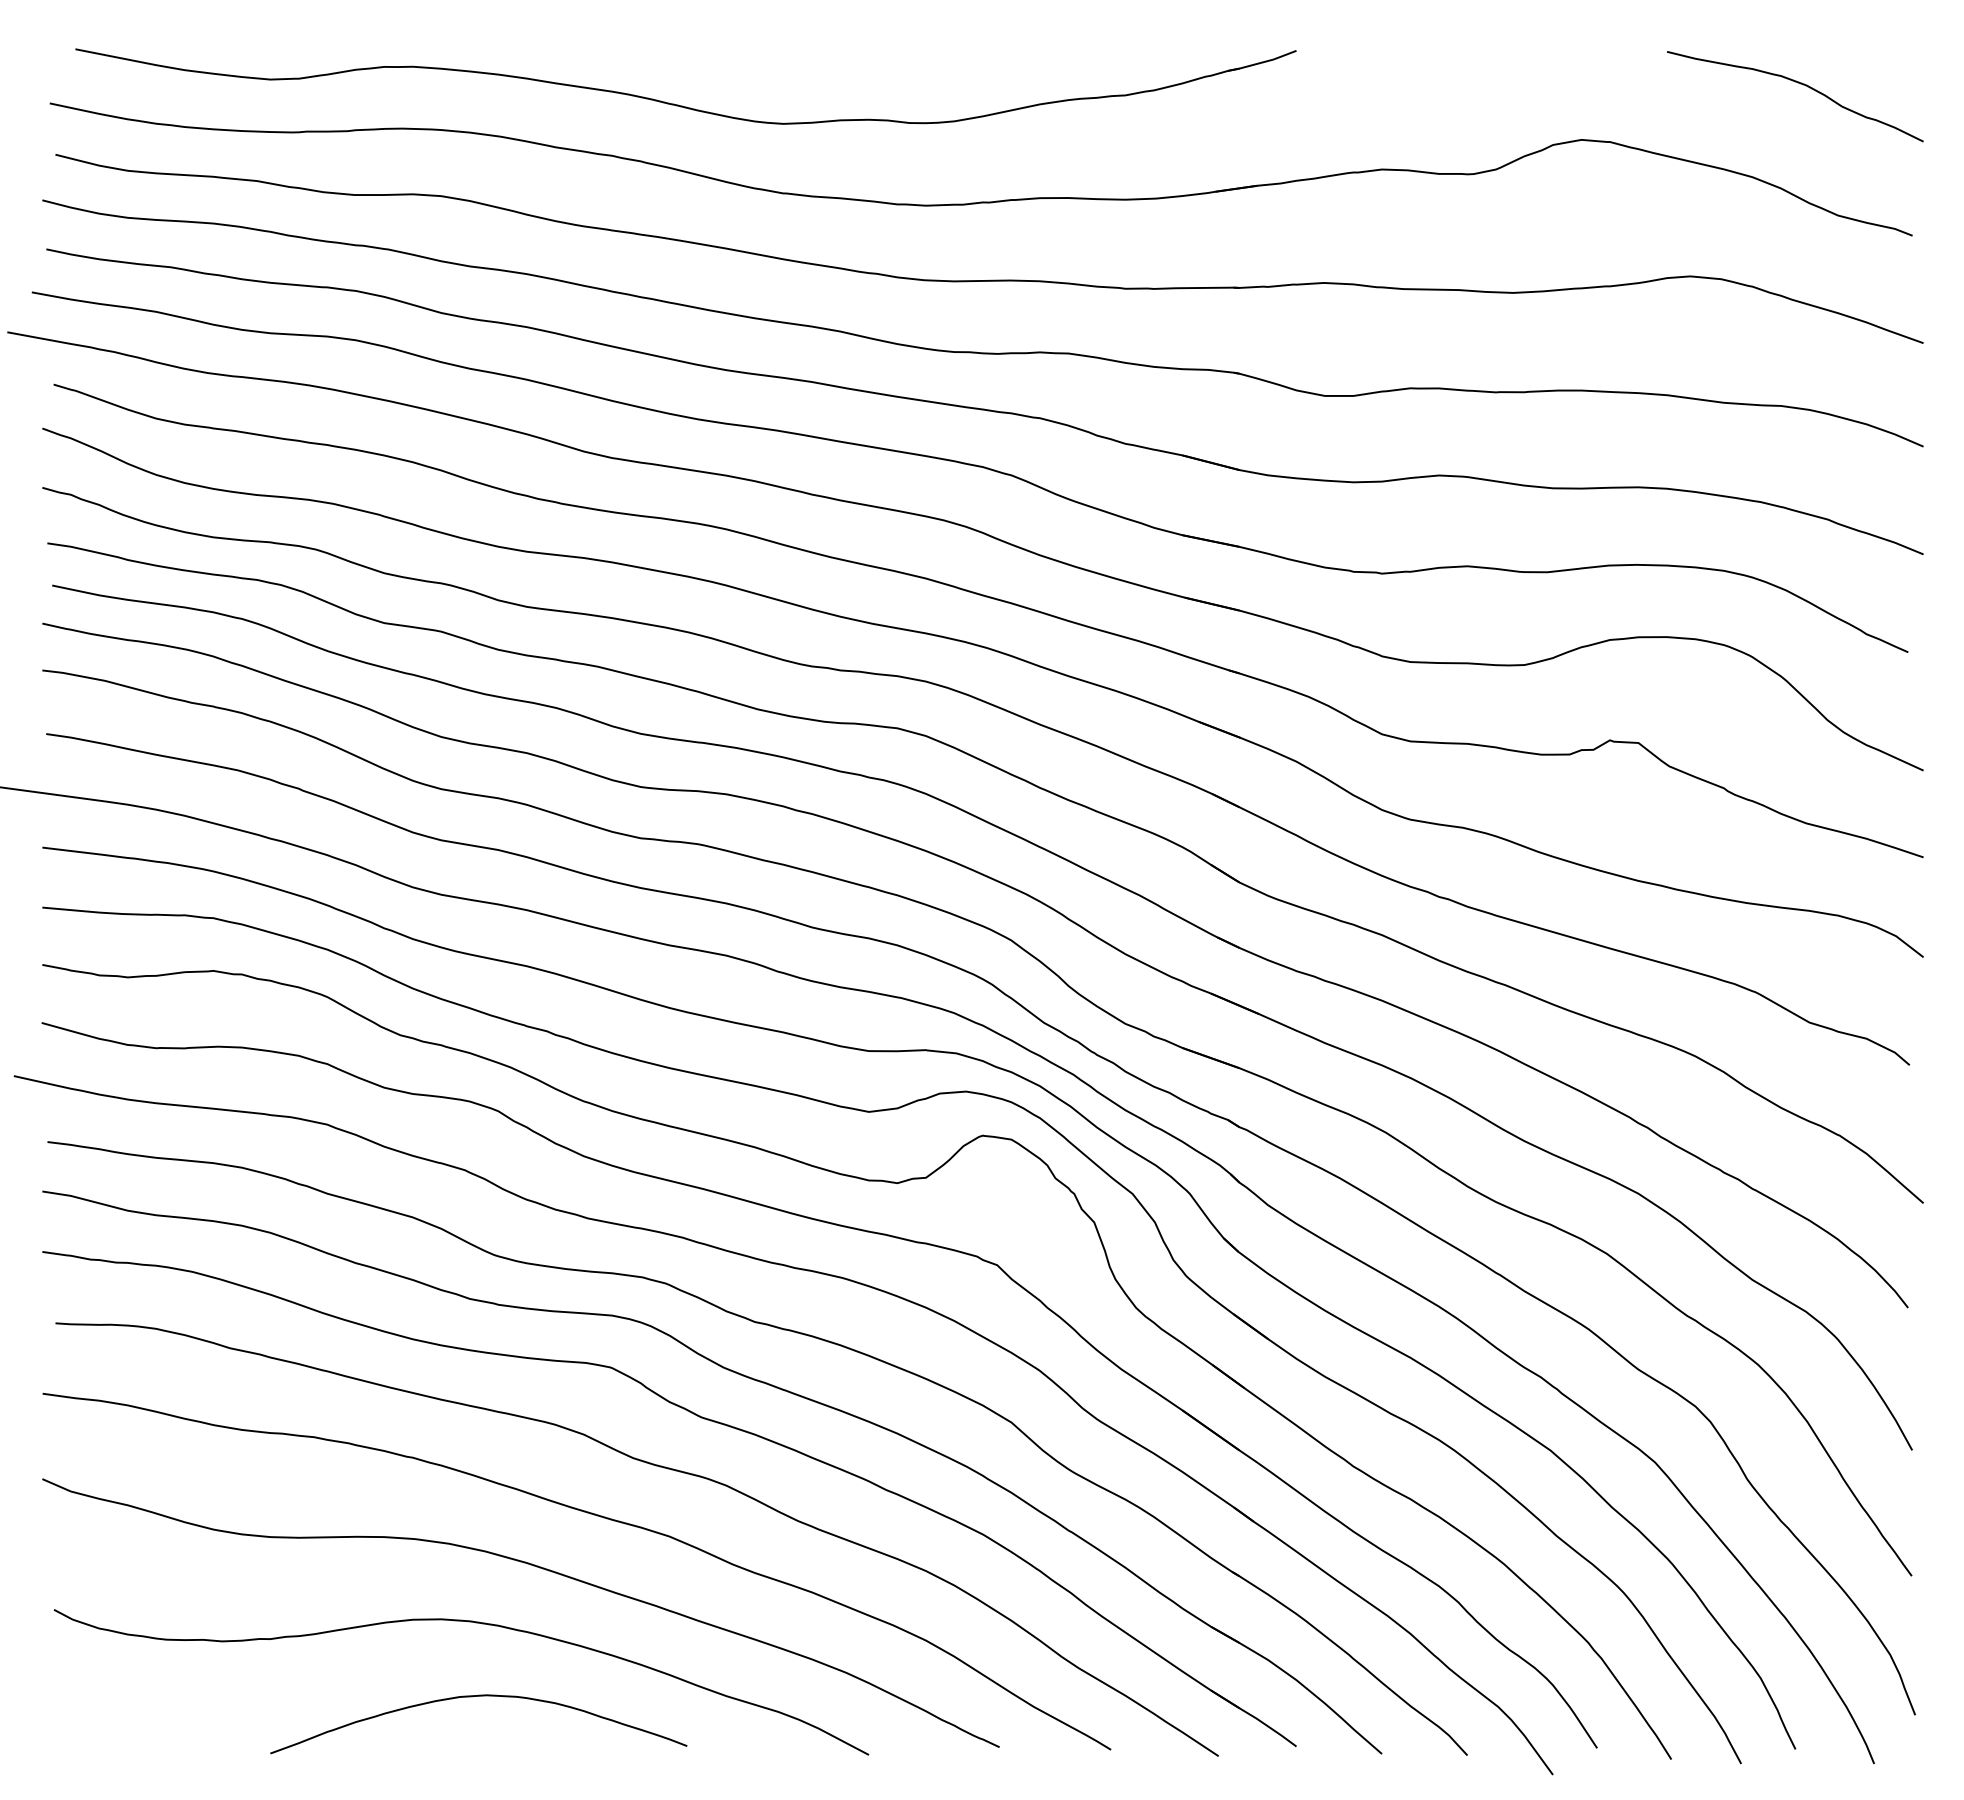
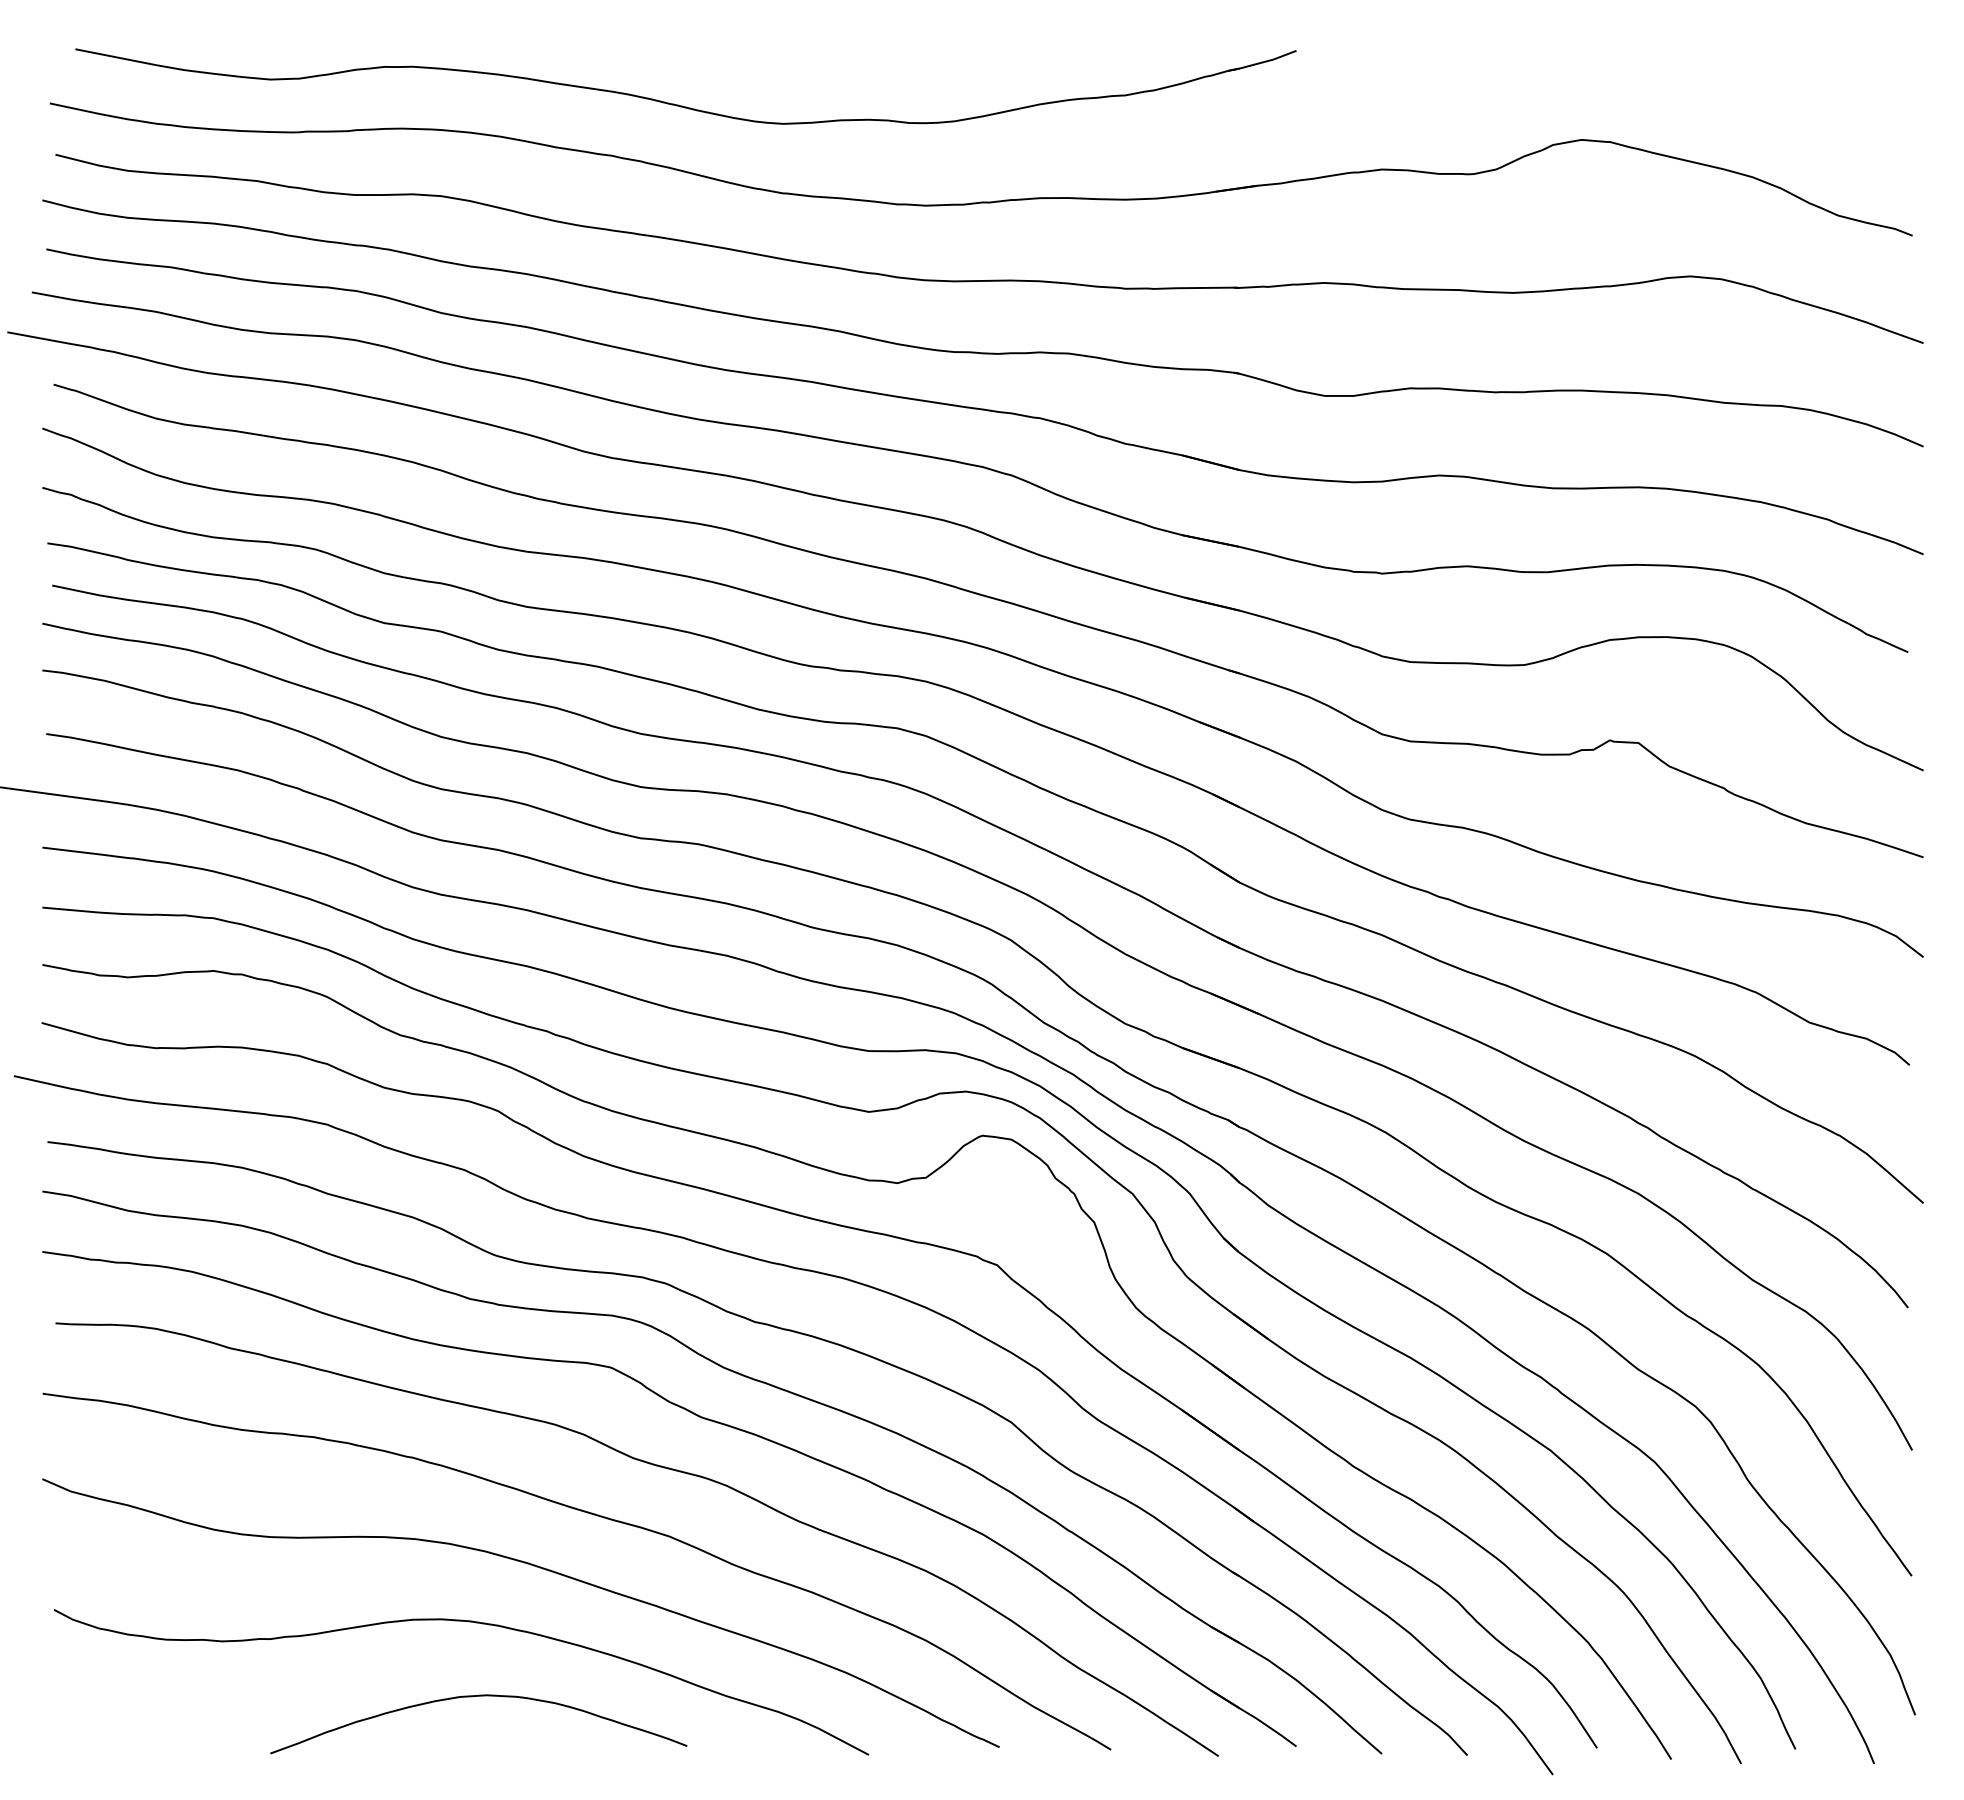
curve at (1800, 84): present -> none
